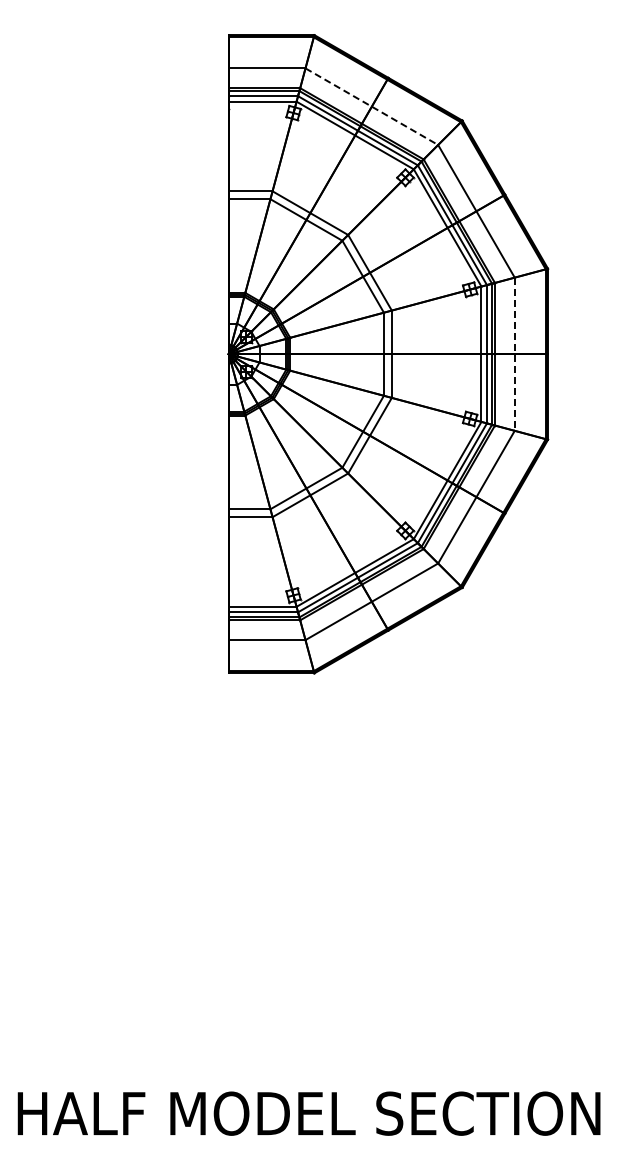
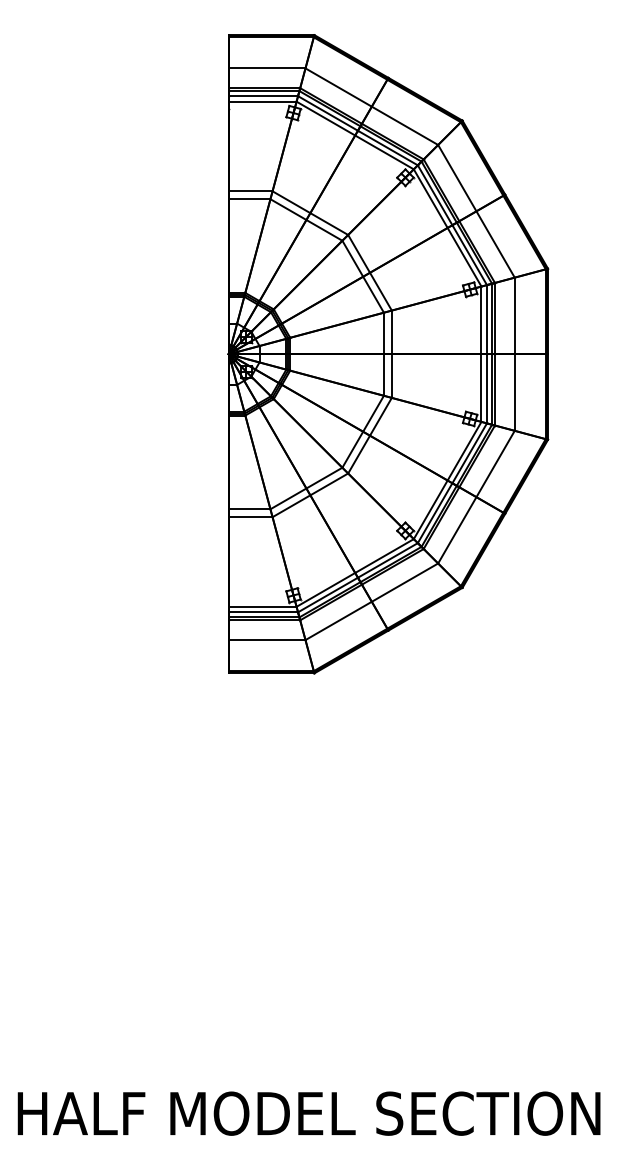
line at (371, 106): dashed -> solid
line at (514, 354): dashed -> solid
